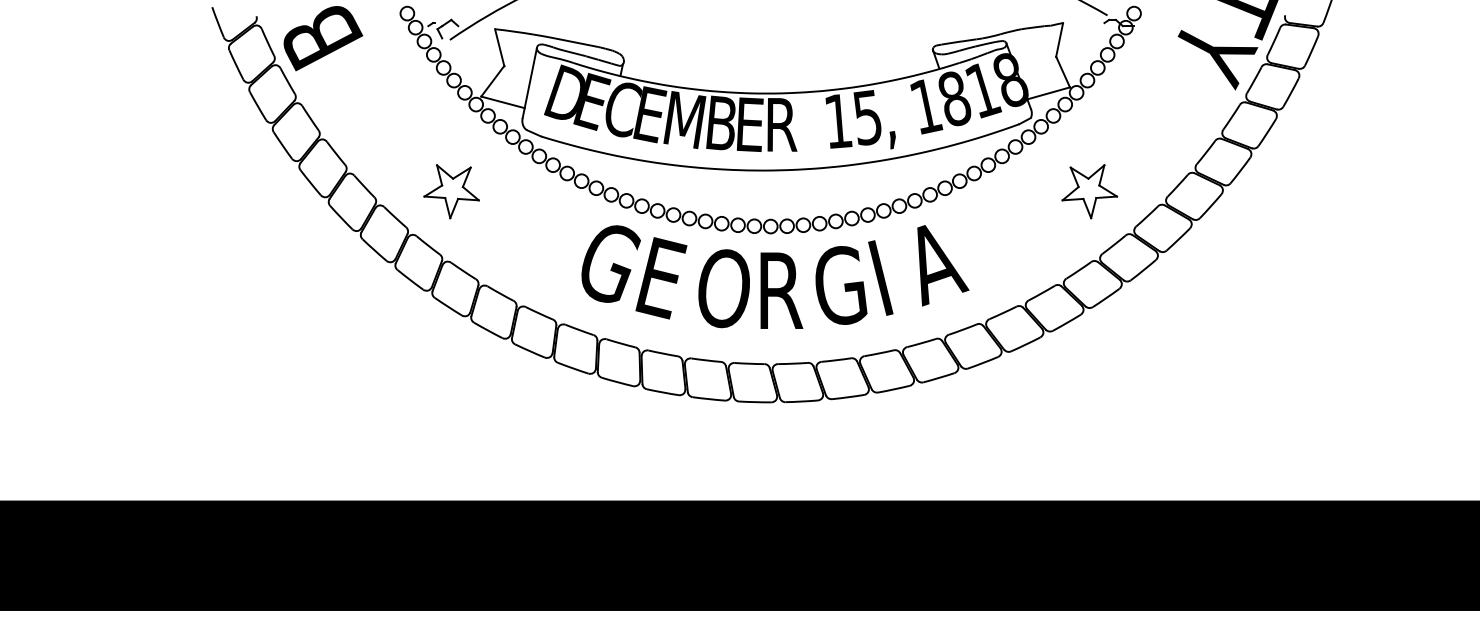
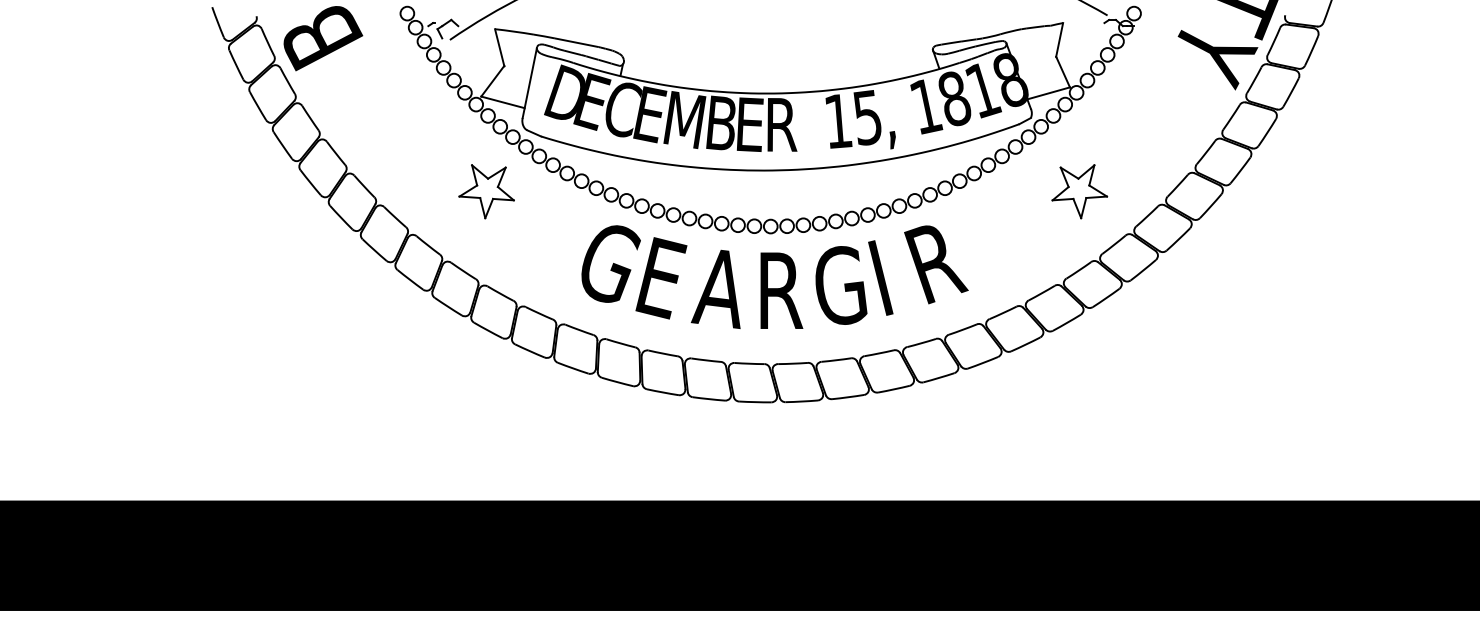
part at (451, 191) position: (451, 191) -> (486, 191)
part at (1089, 191) position: (1089, 191) -> (1079, 191)
text at (936, 265): A -> R
text at (719, 289): O -> A
